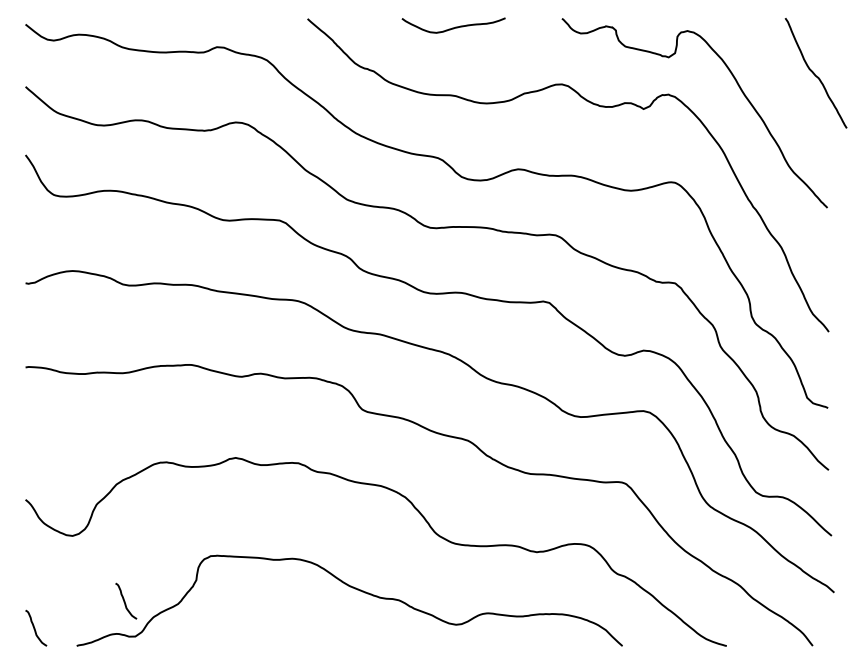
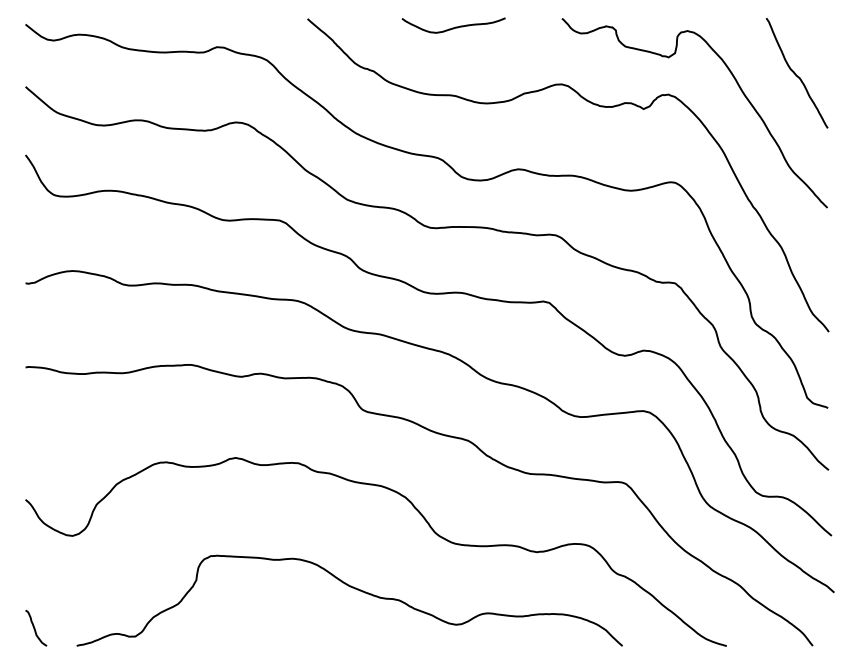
curve at (814, 73) position: (814, 73) -> (795, 73)
curve at (125, 601): present -> none
